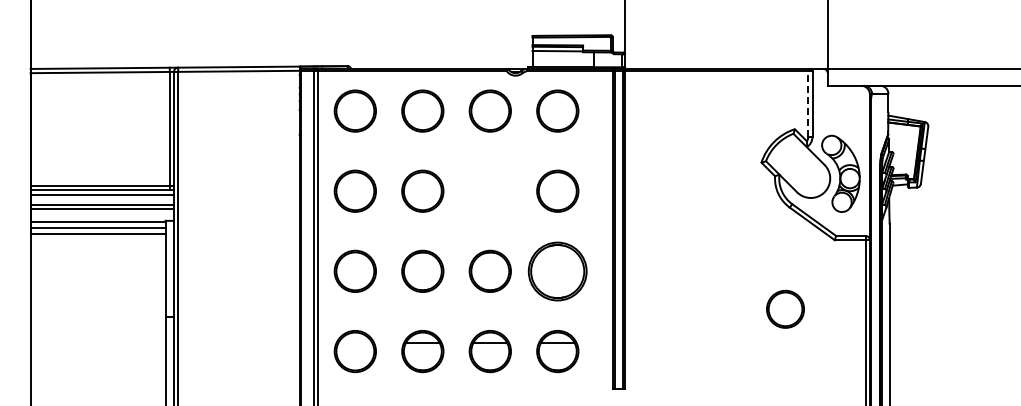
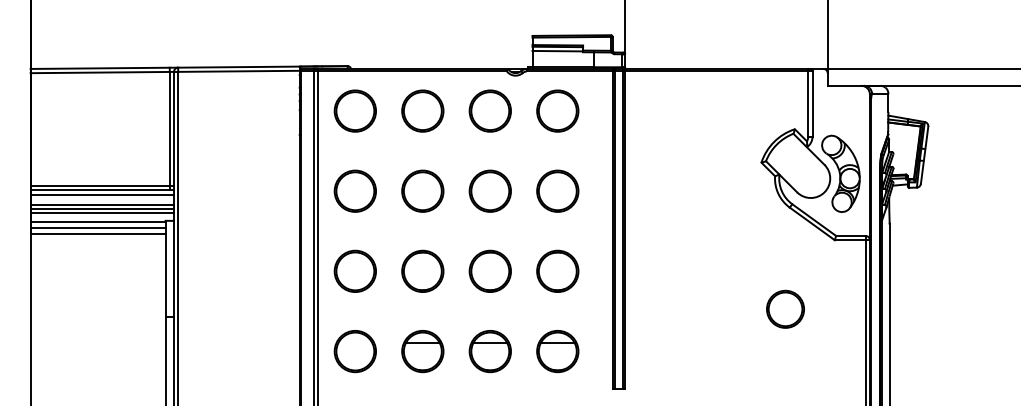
line at (808, 102): dashed -> solid
part at (489, 190): none -> present
line at (102, 213): none -> present
part at (557, 271) size: 61x61 px -> 44x44 px
